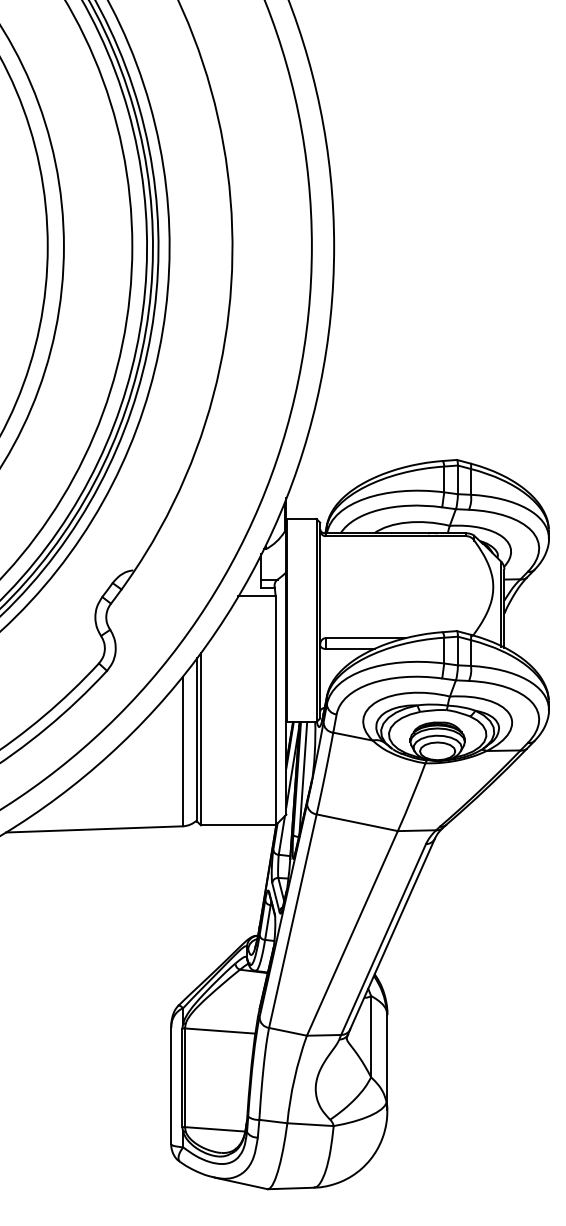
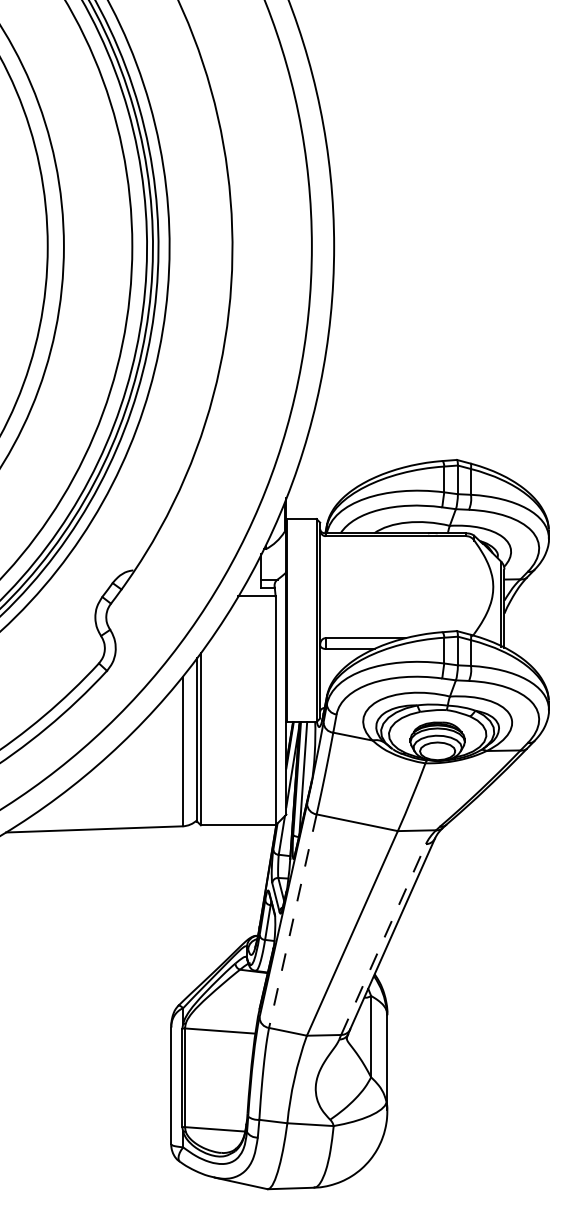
line at (292, 921): solid -> dashed
line at (383, 939): solid -> dashed
